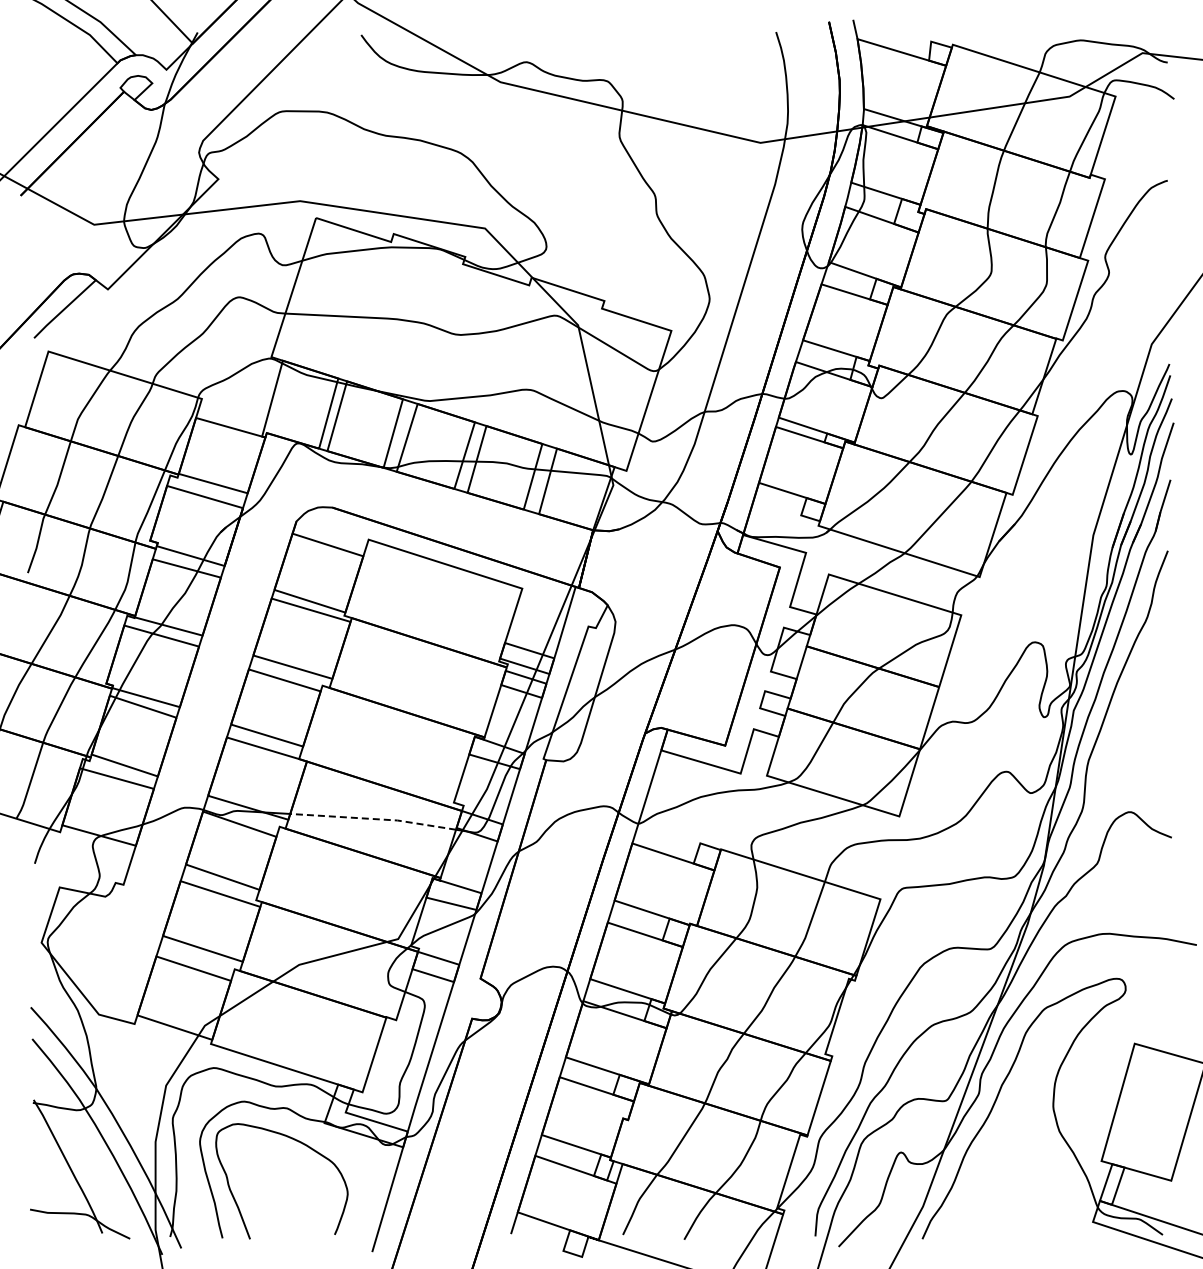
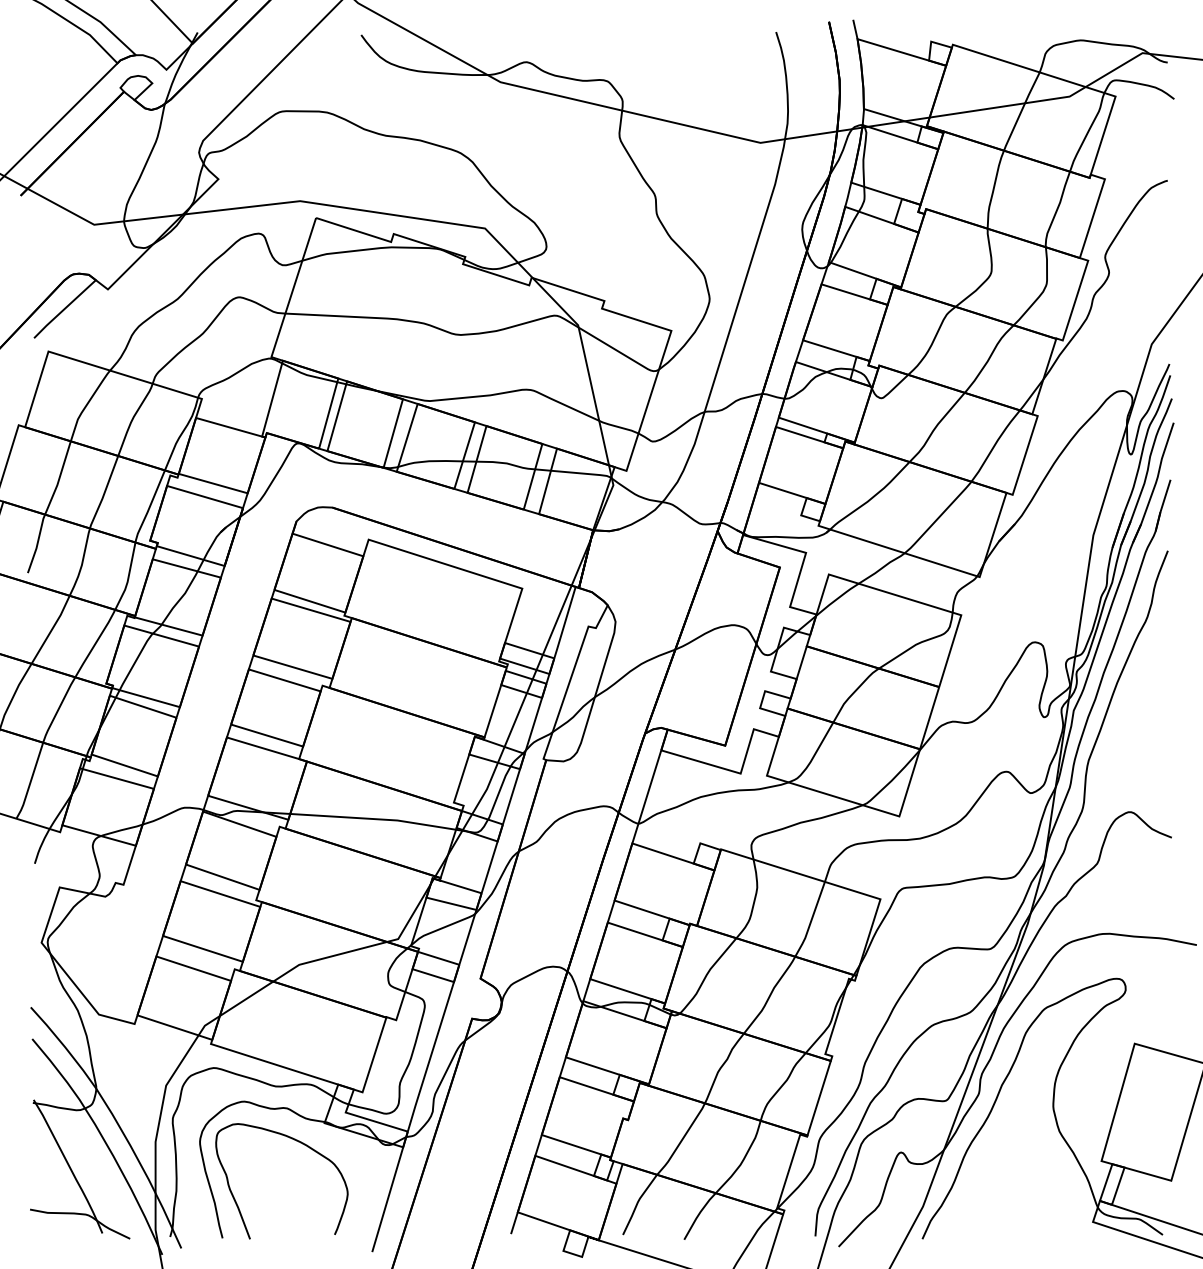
line at (373, 819): dashed -> solid
